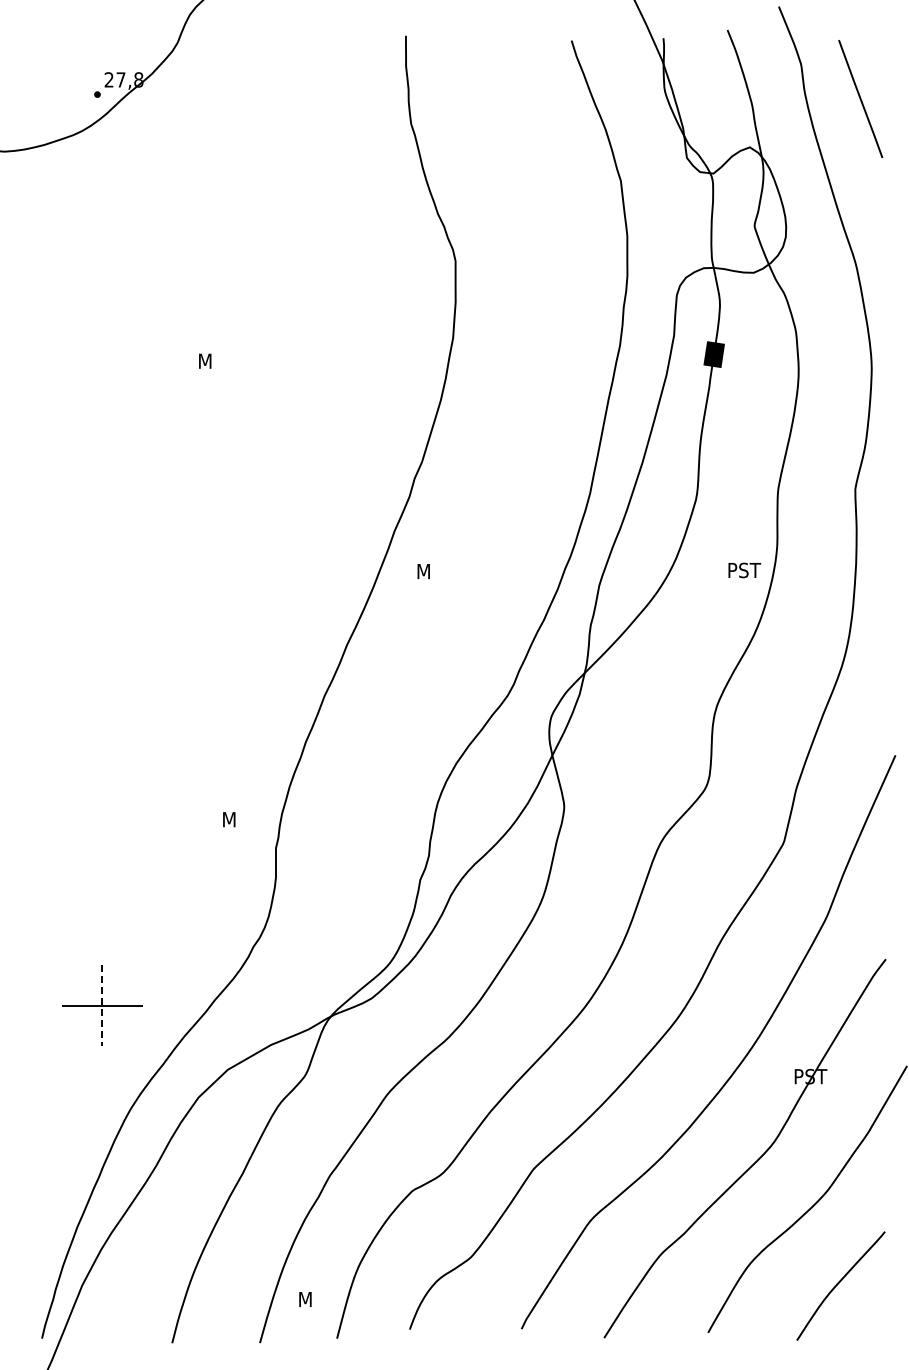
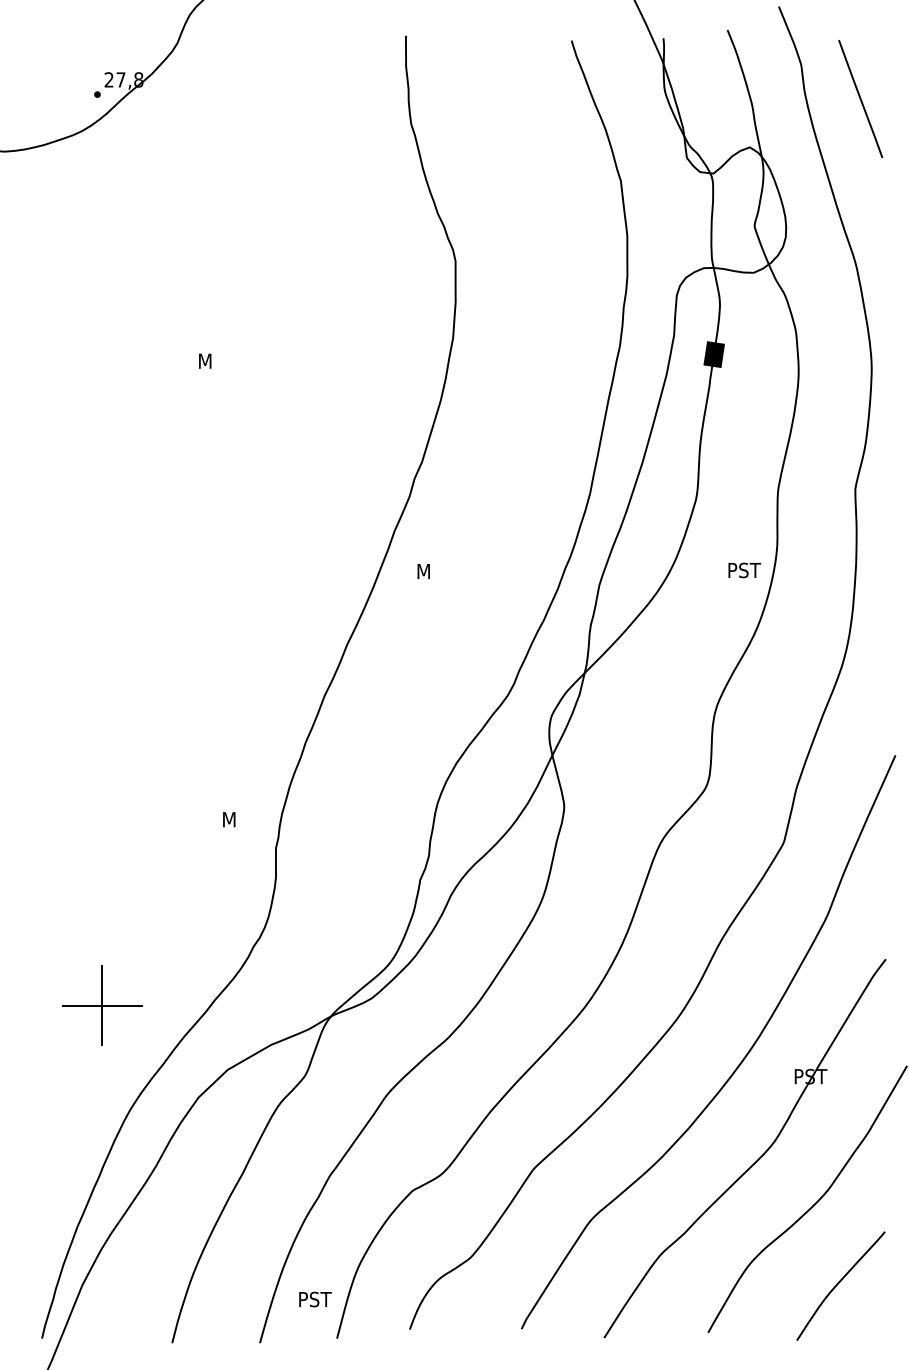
line at (102, 1006): dashed -> solid
text at (316, 1299): M -> PST
